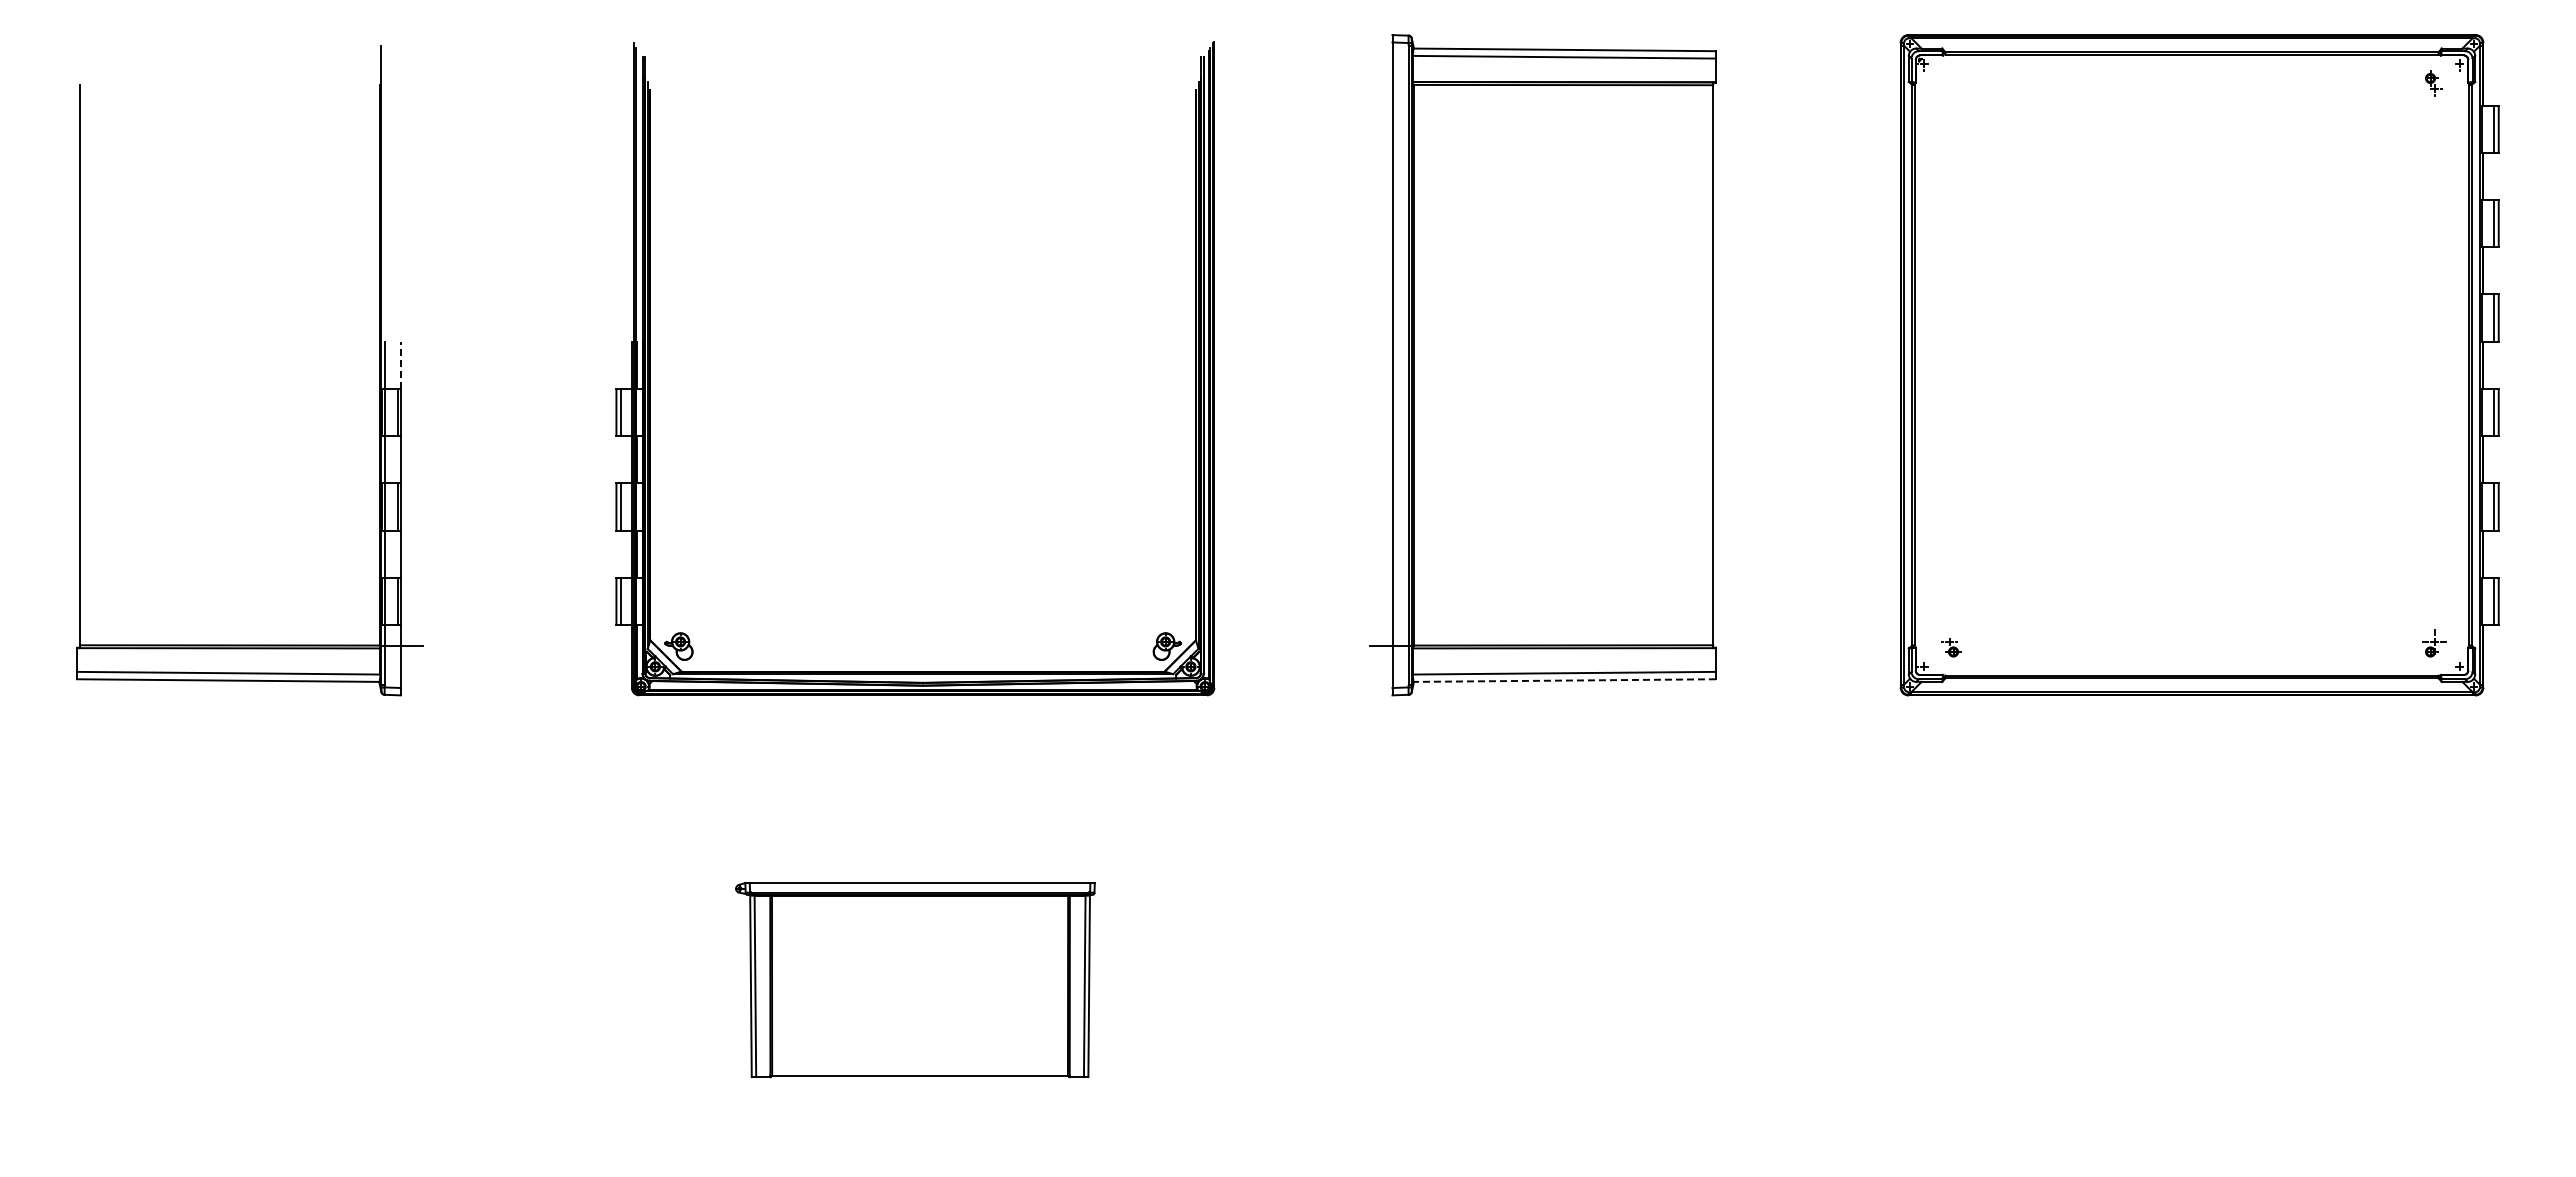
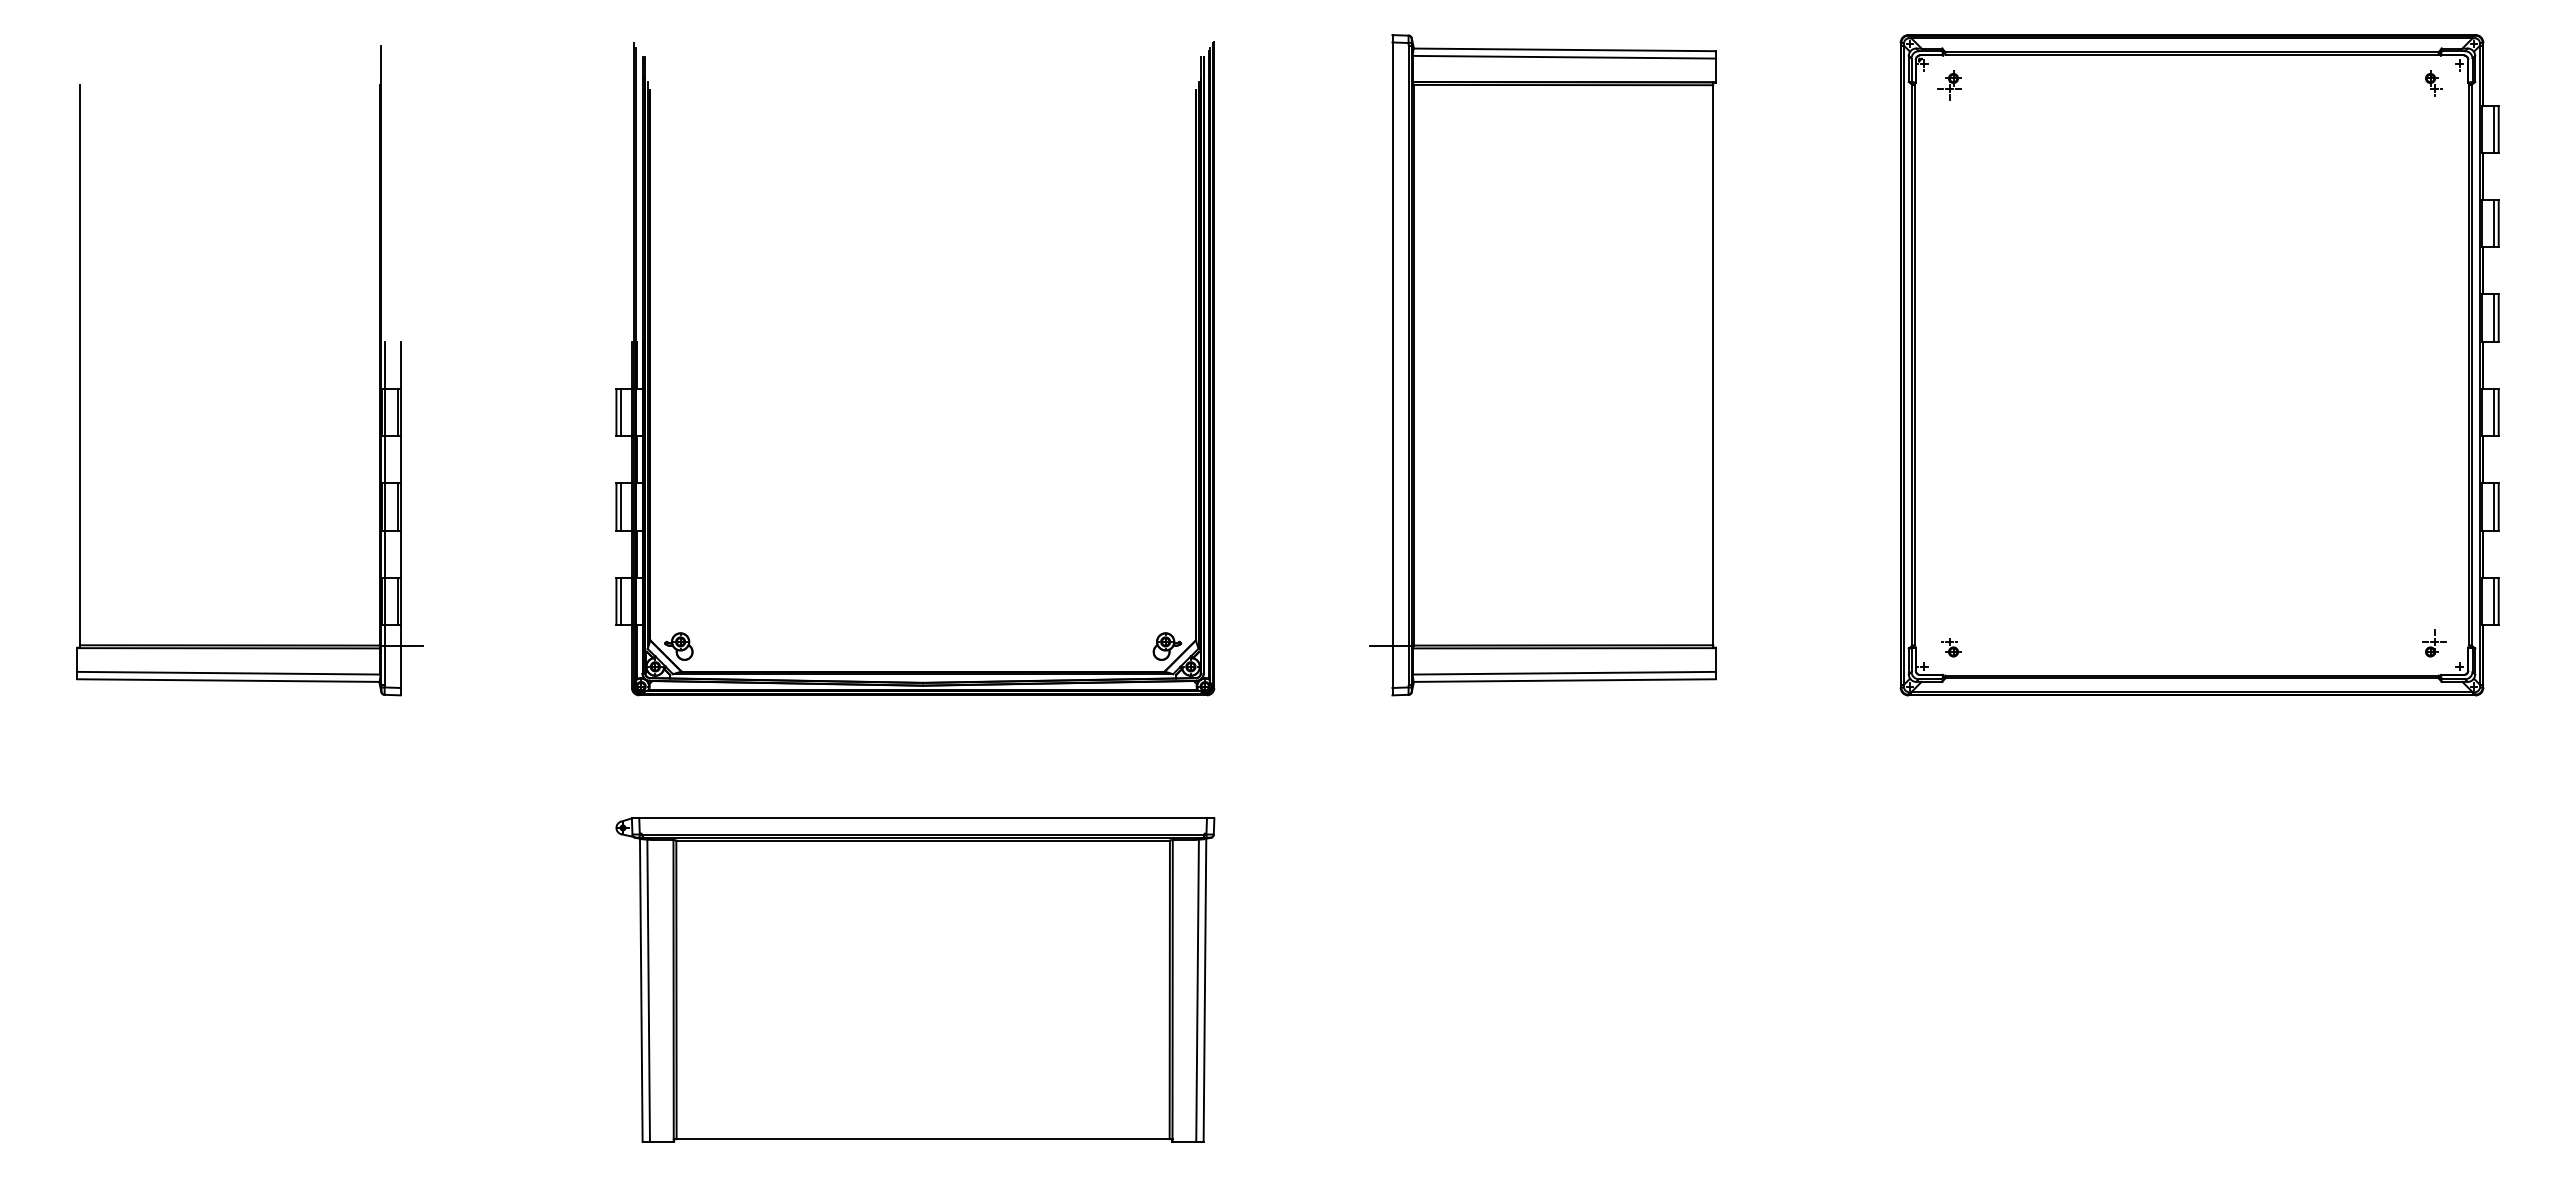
part at (1949, 85): none -> present
line at (400, 365): dashed -> solid
line at (1564, 680): dashed -> solid
part at (915, 980) size: 361x197 px -> 601x326 px
